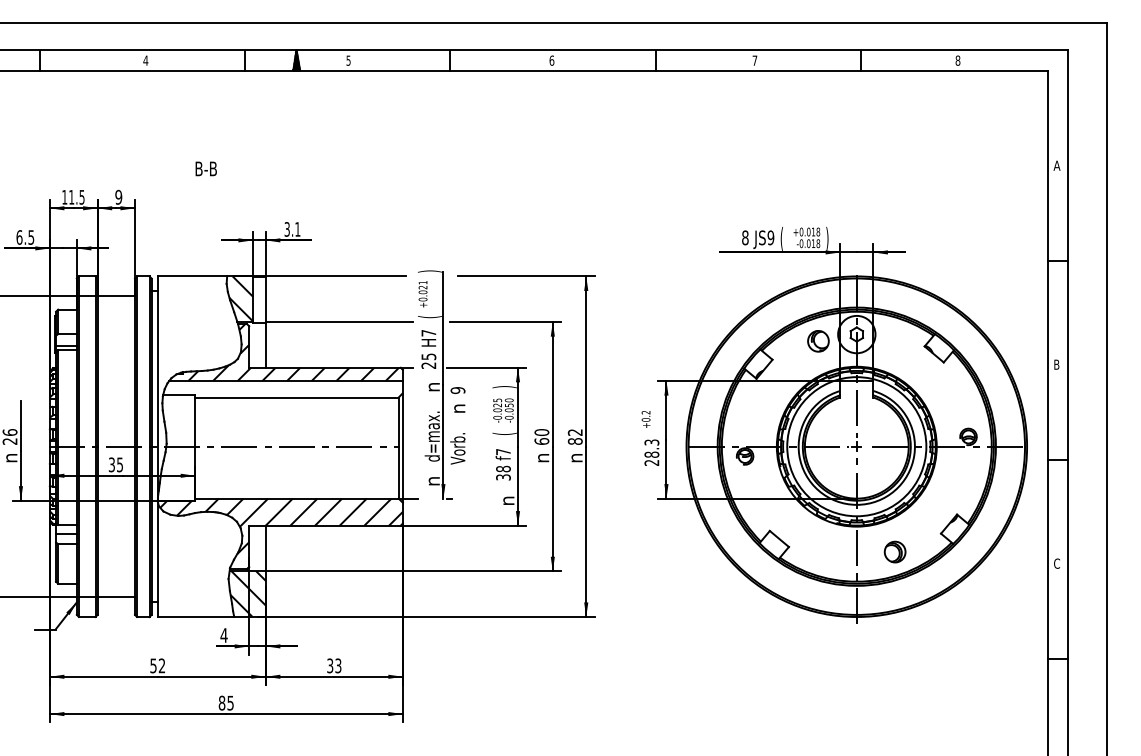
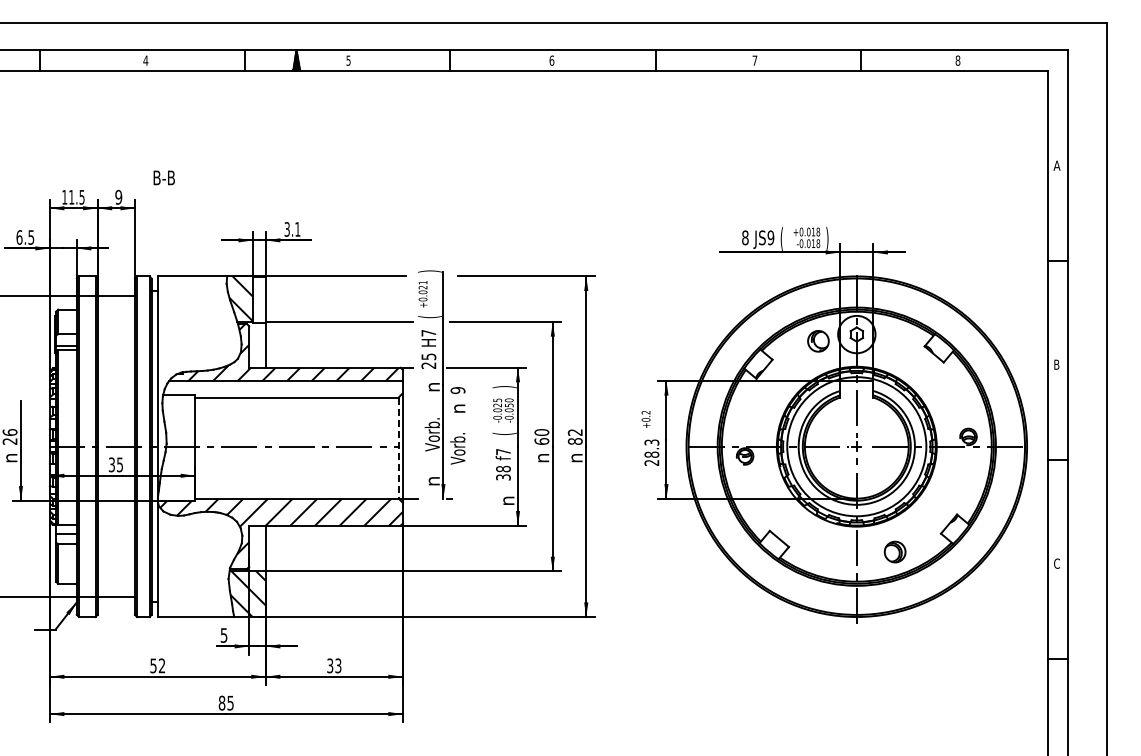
text at (205, 168) position: (205, 168) -> (163, 177)
text at (431, 436): d=max. -> Vorb.
line at (398, 448): solid -> dashed
text at (223, 635): 4 -> 5
